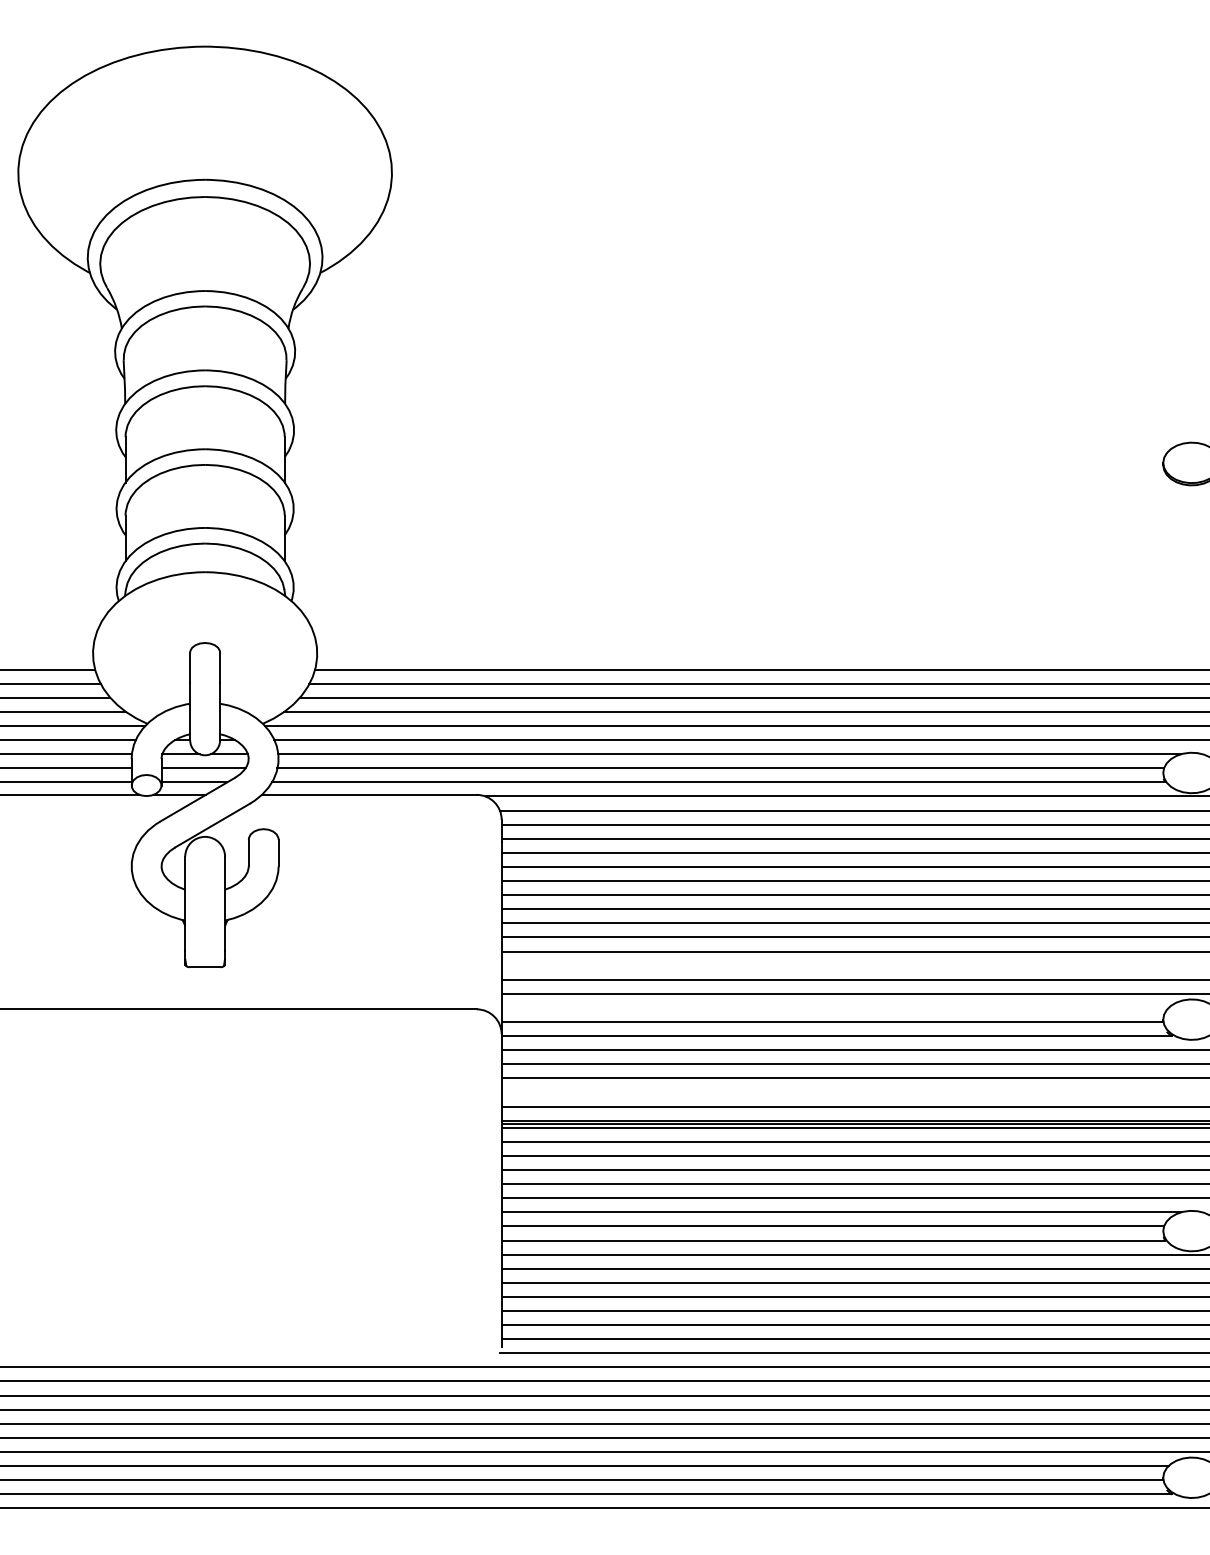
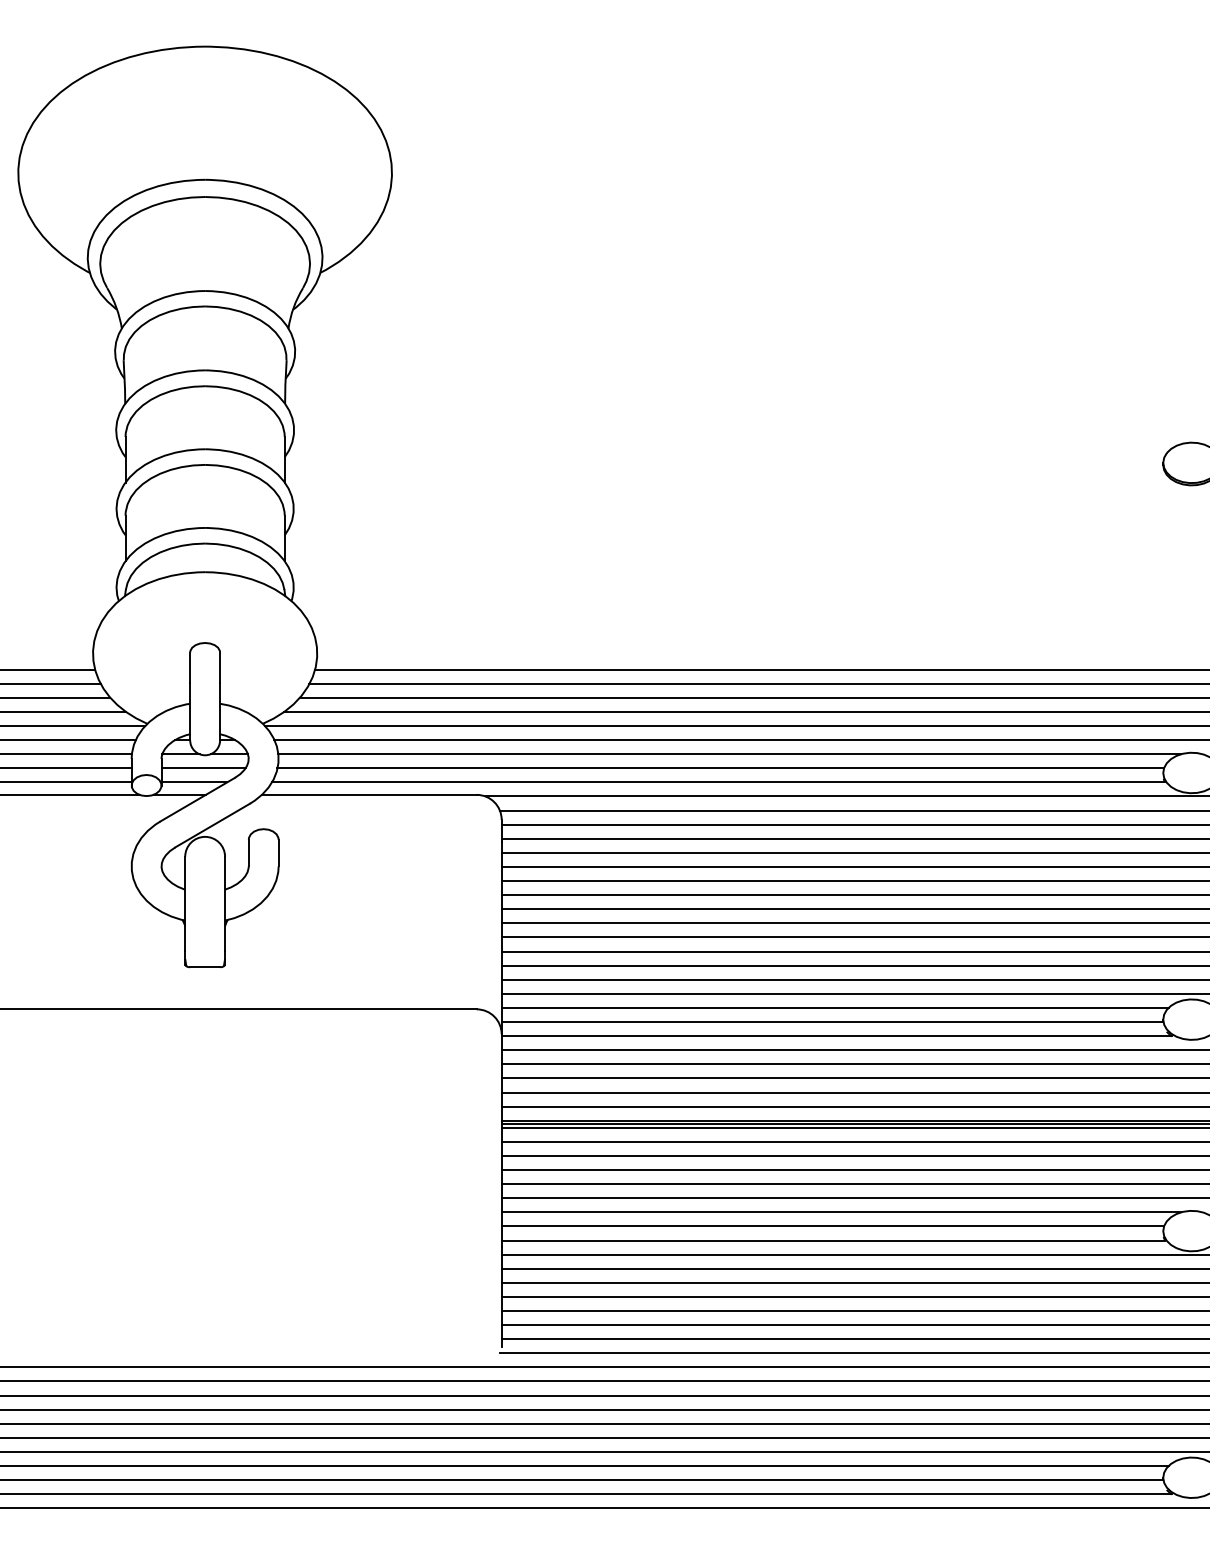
line at (853, 965): none -> present
line at (834, 1007): none -> present
line at (853, 1092): none -> present
